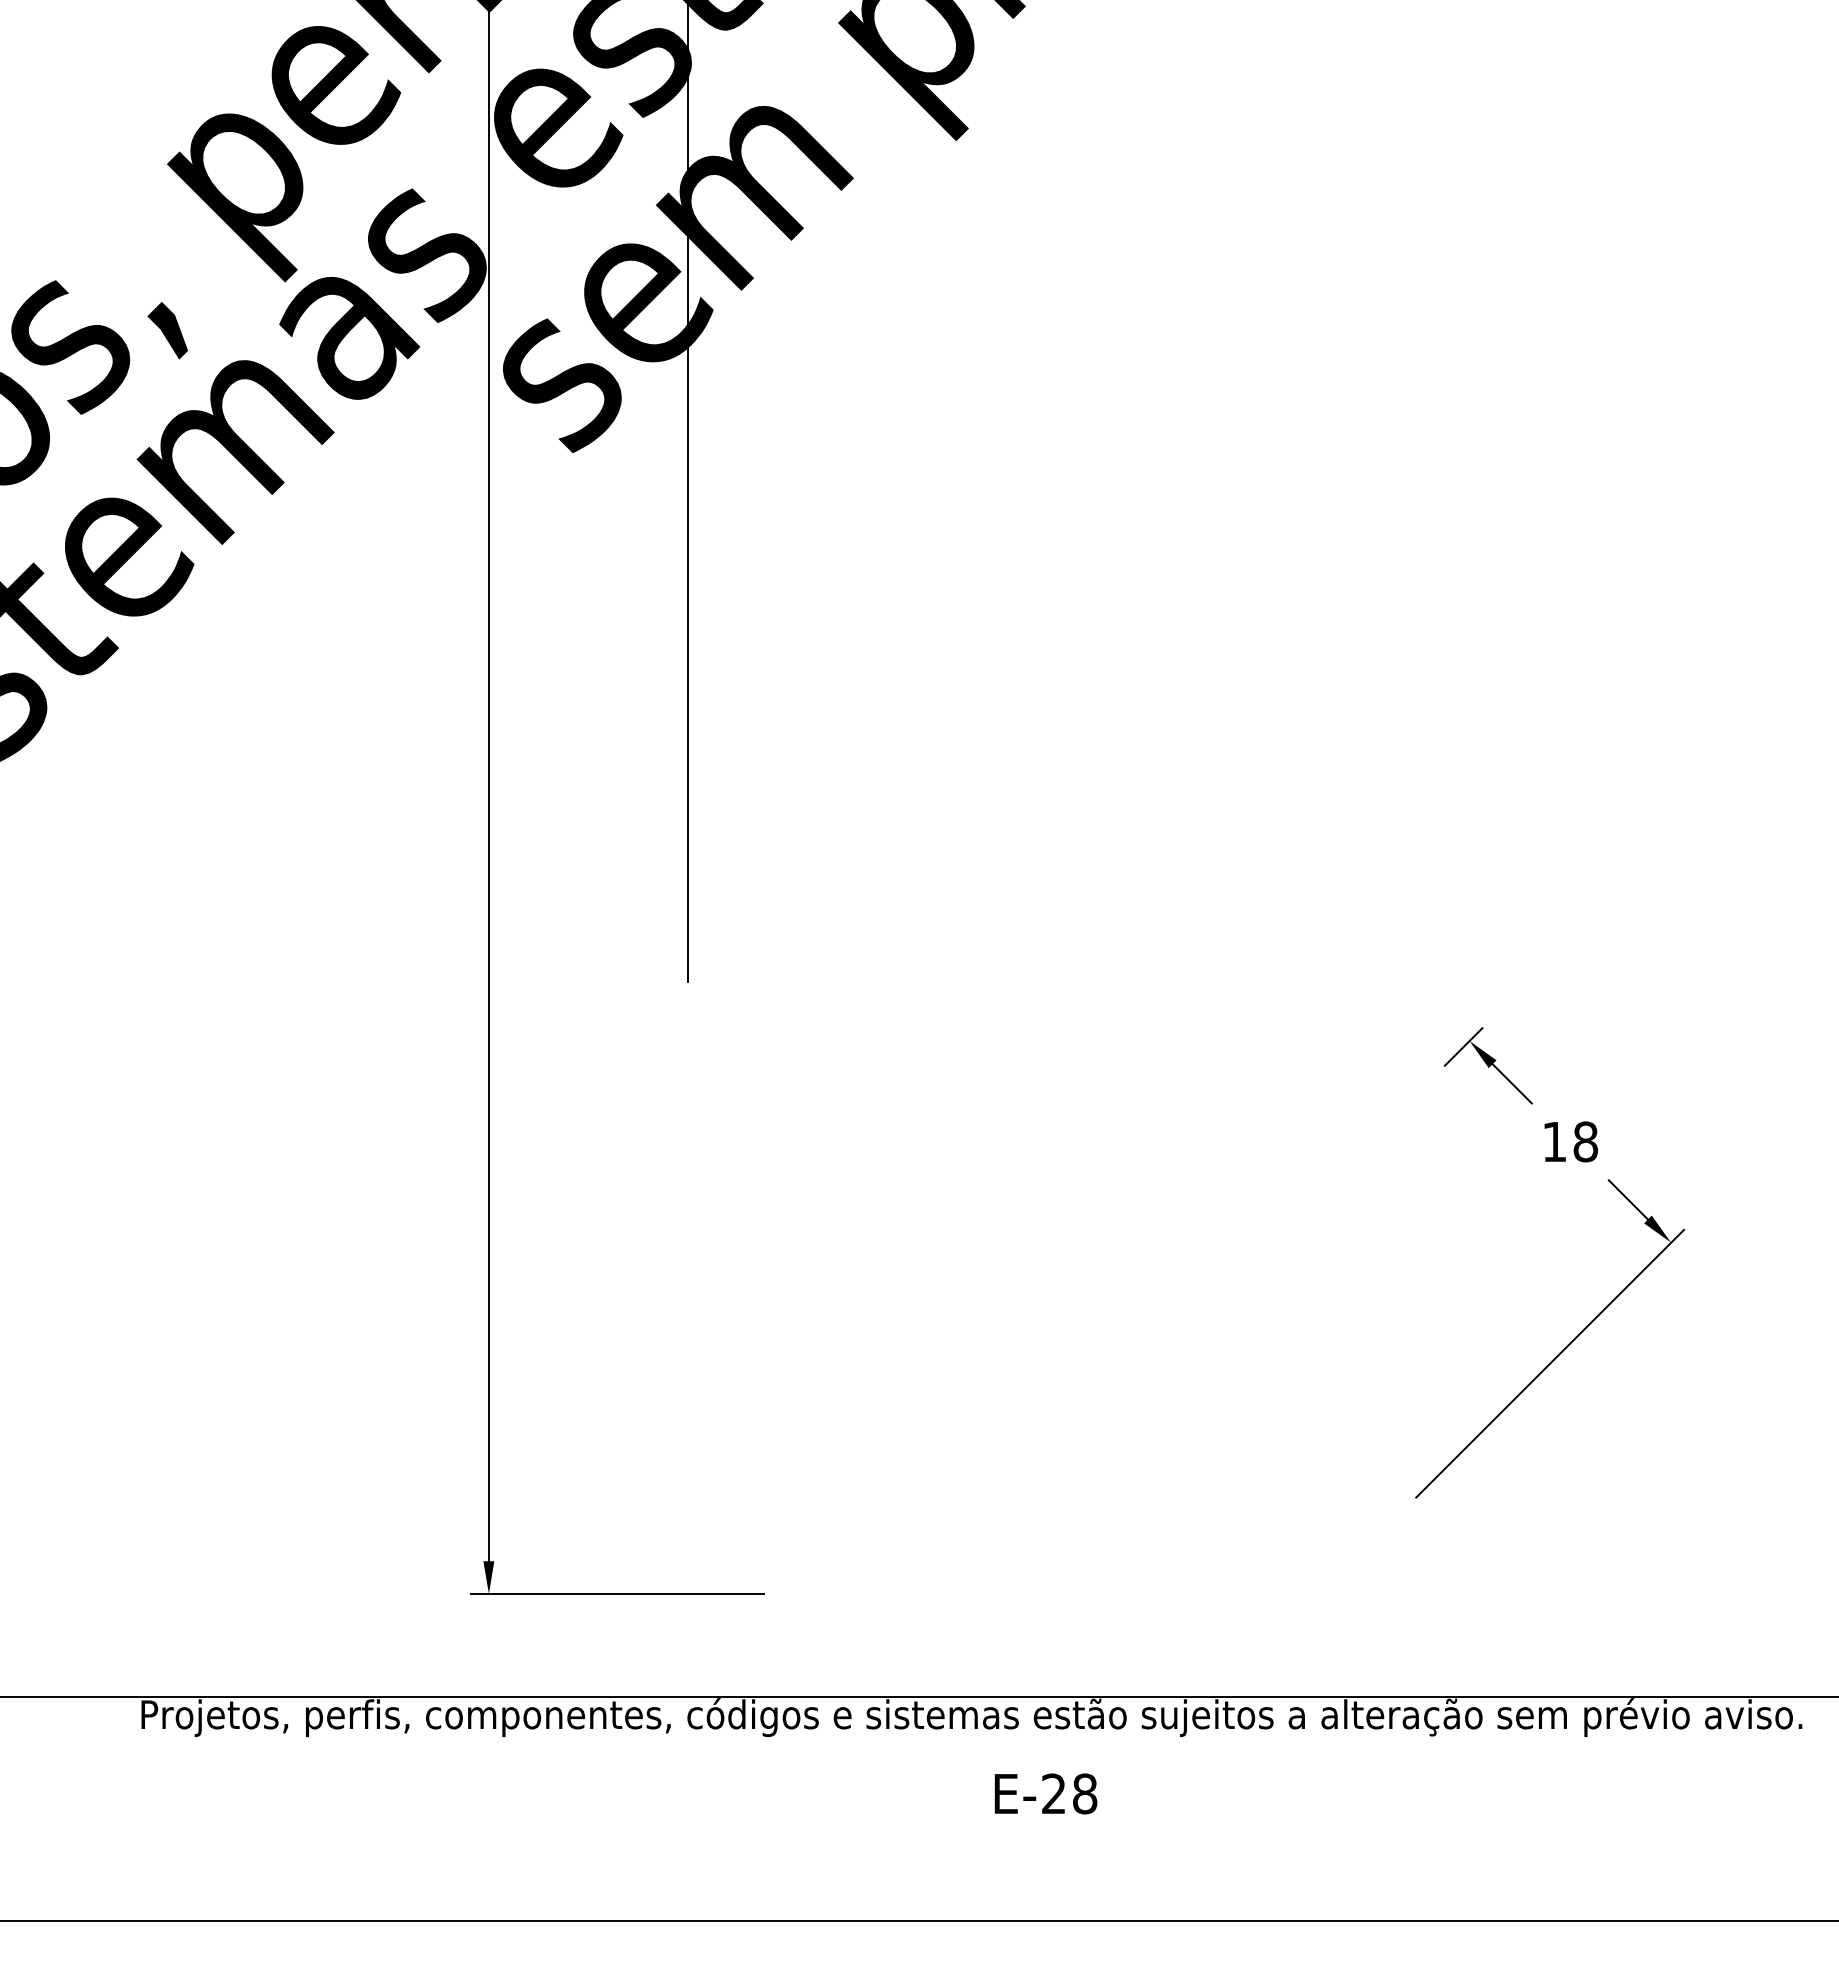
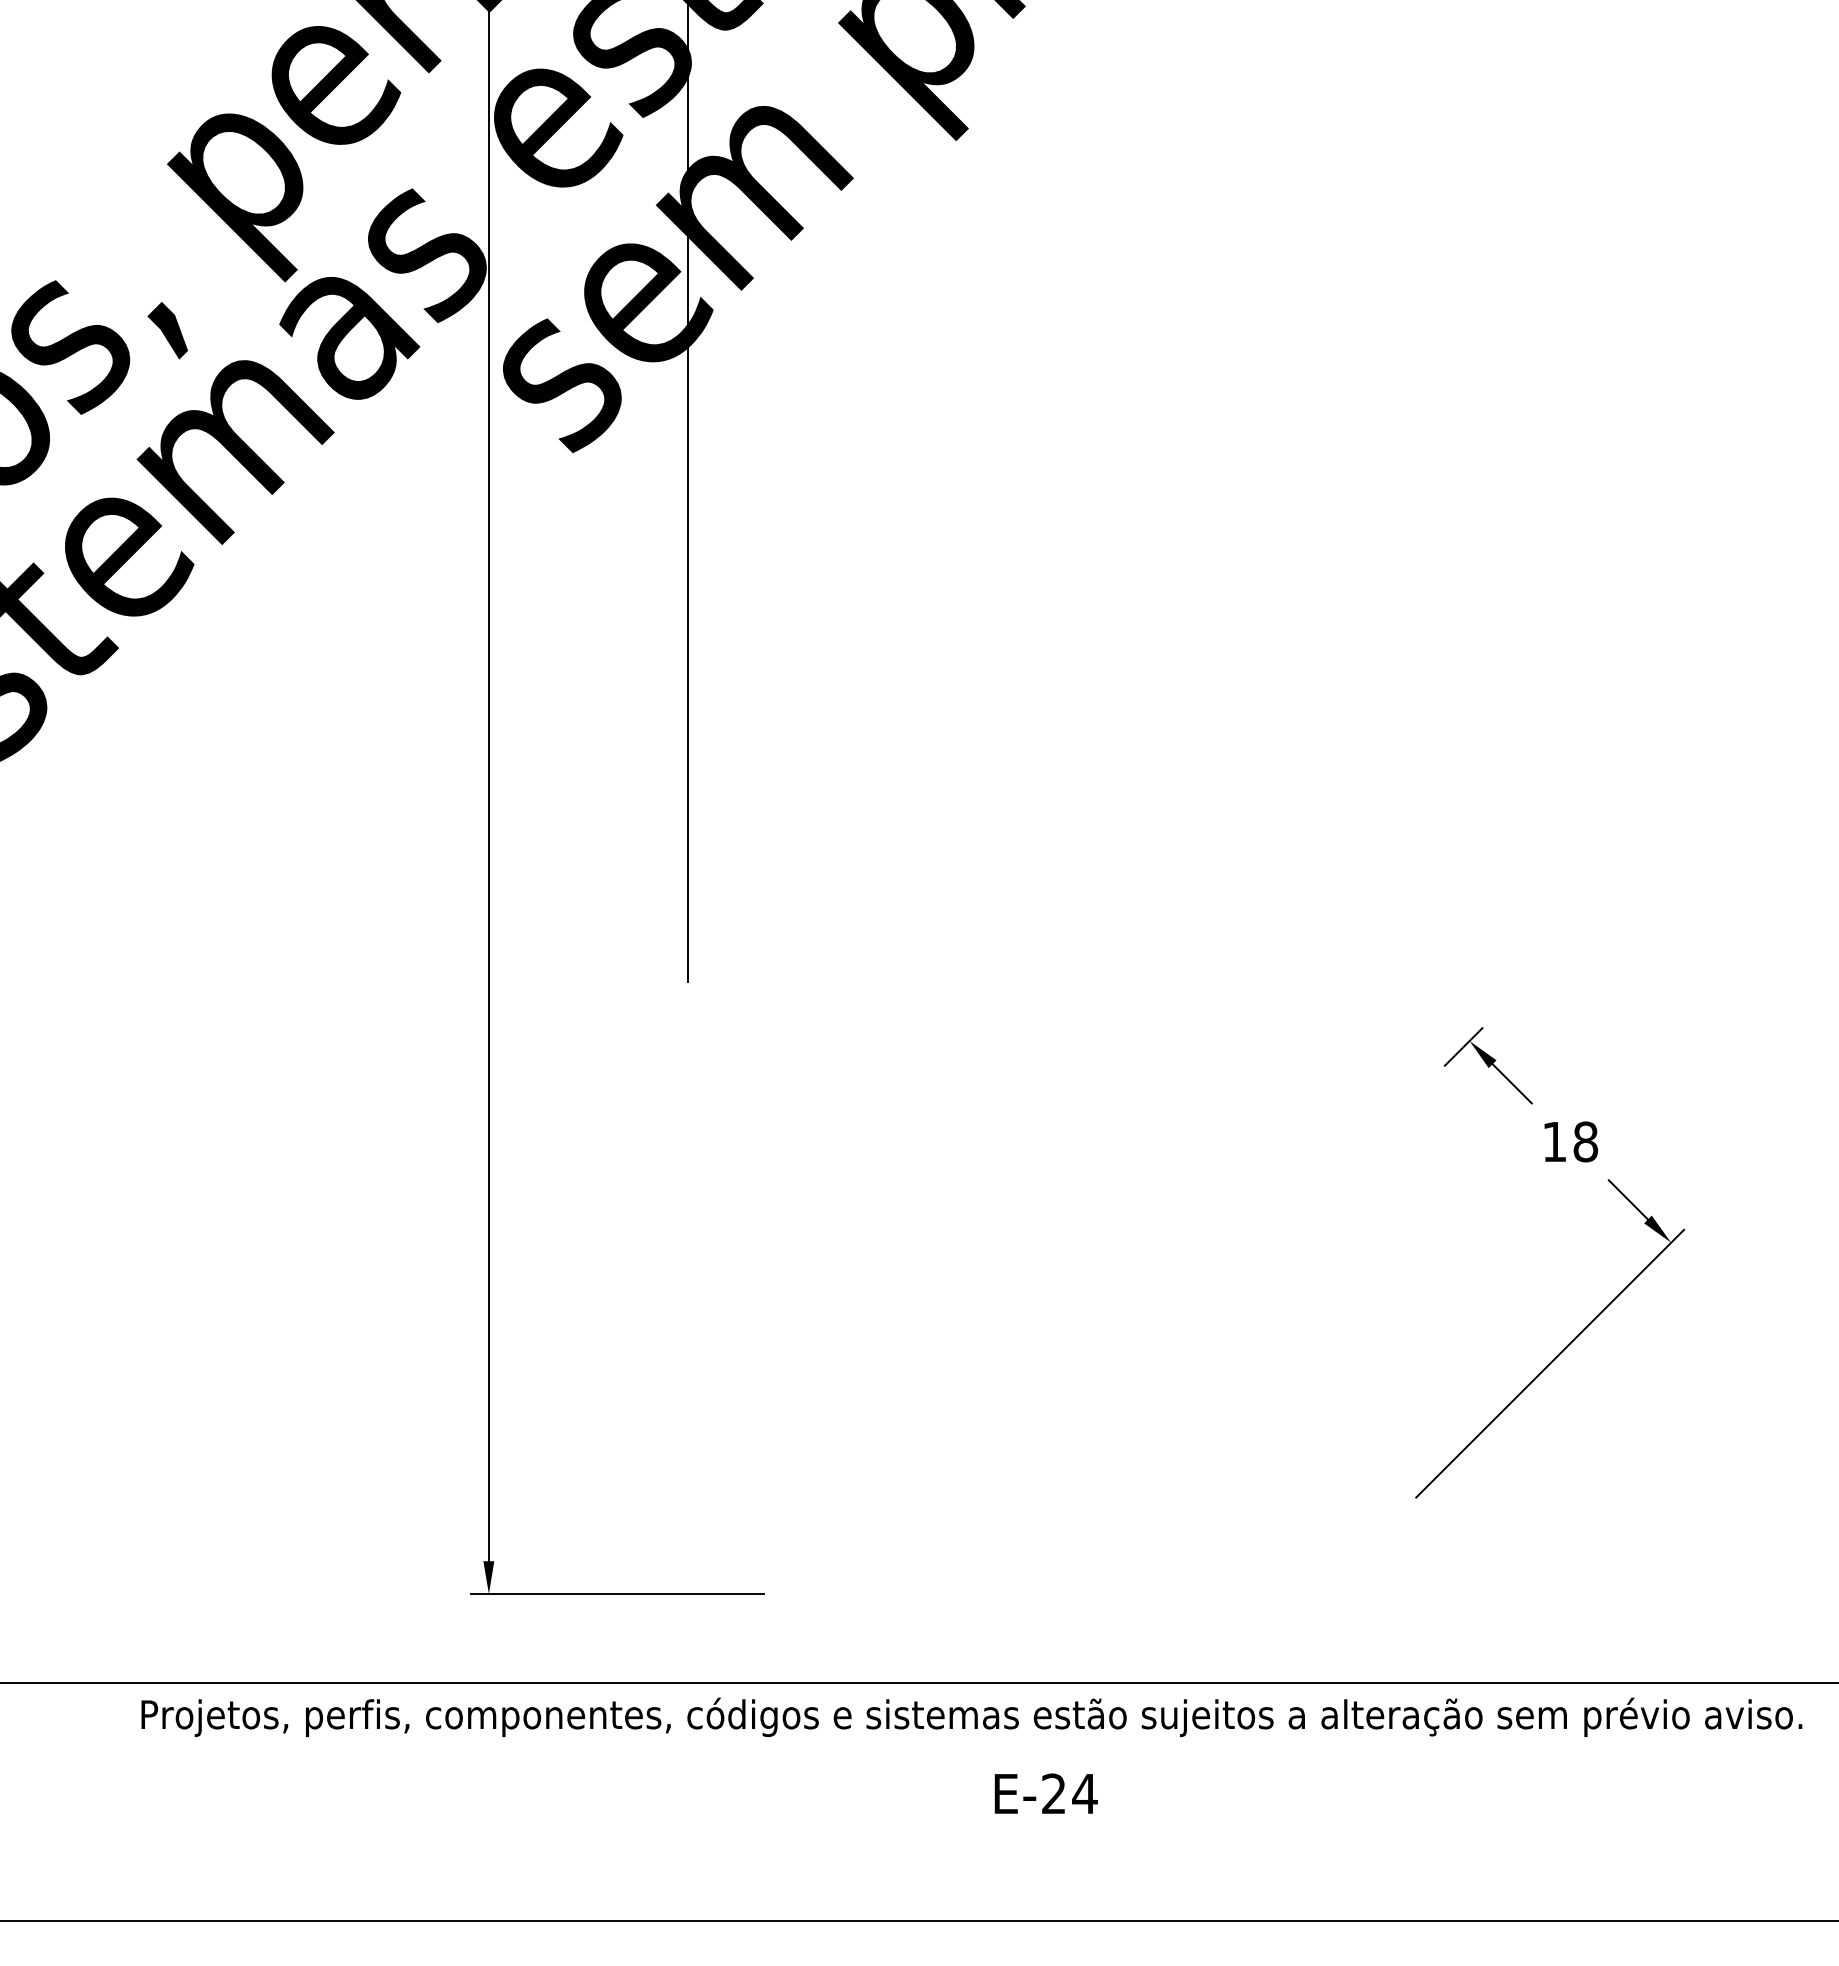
line at (918, 1697) position: (918, 1697) -> (918, 1683)
text at (1084, 1793): E-28 -> E-24
